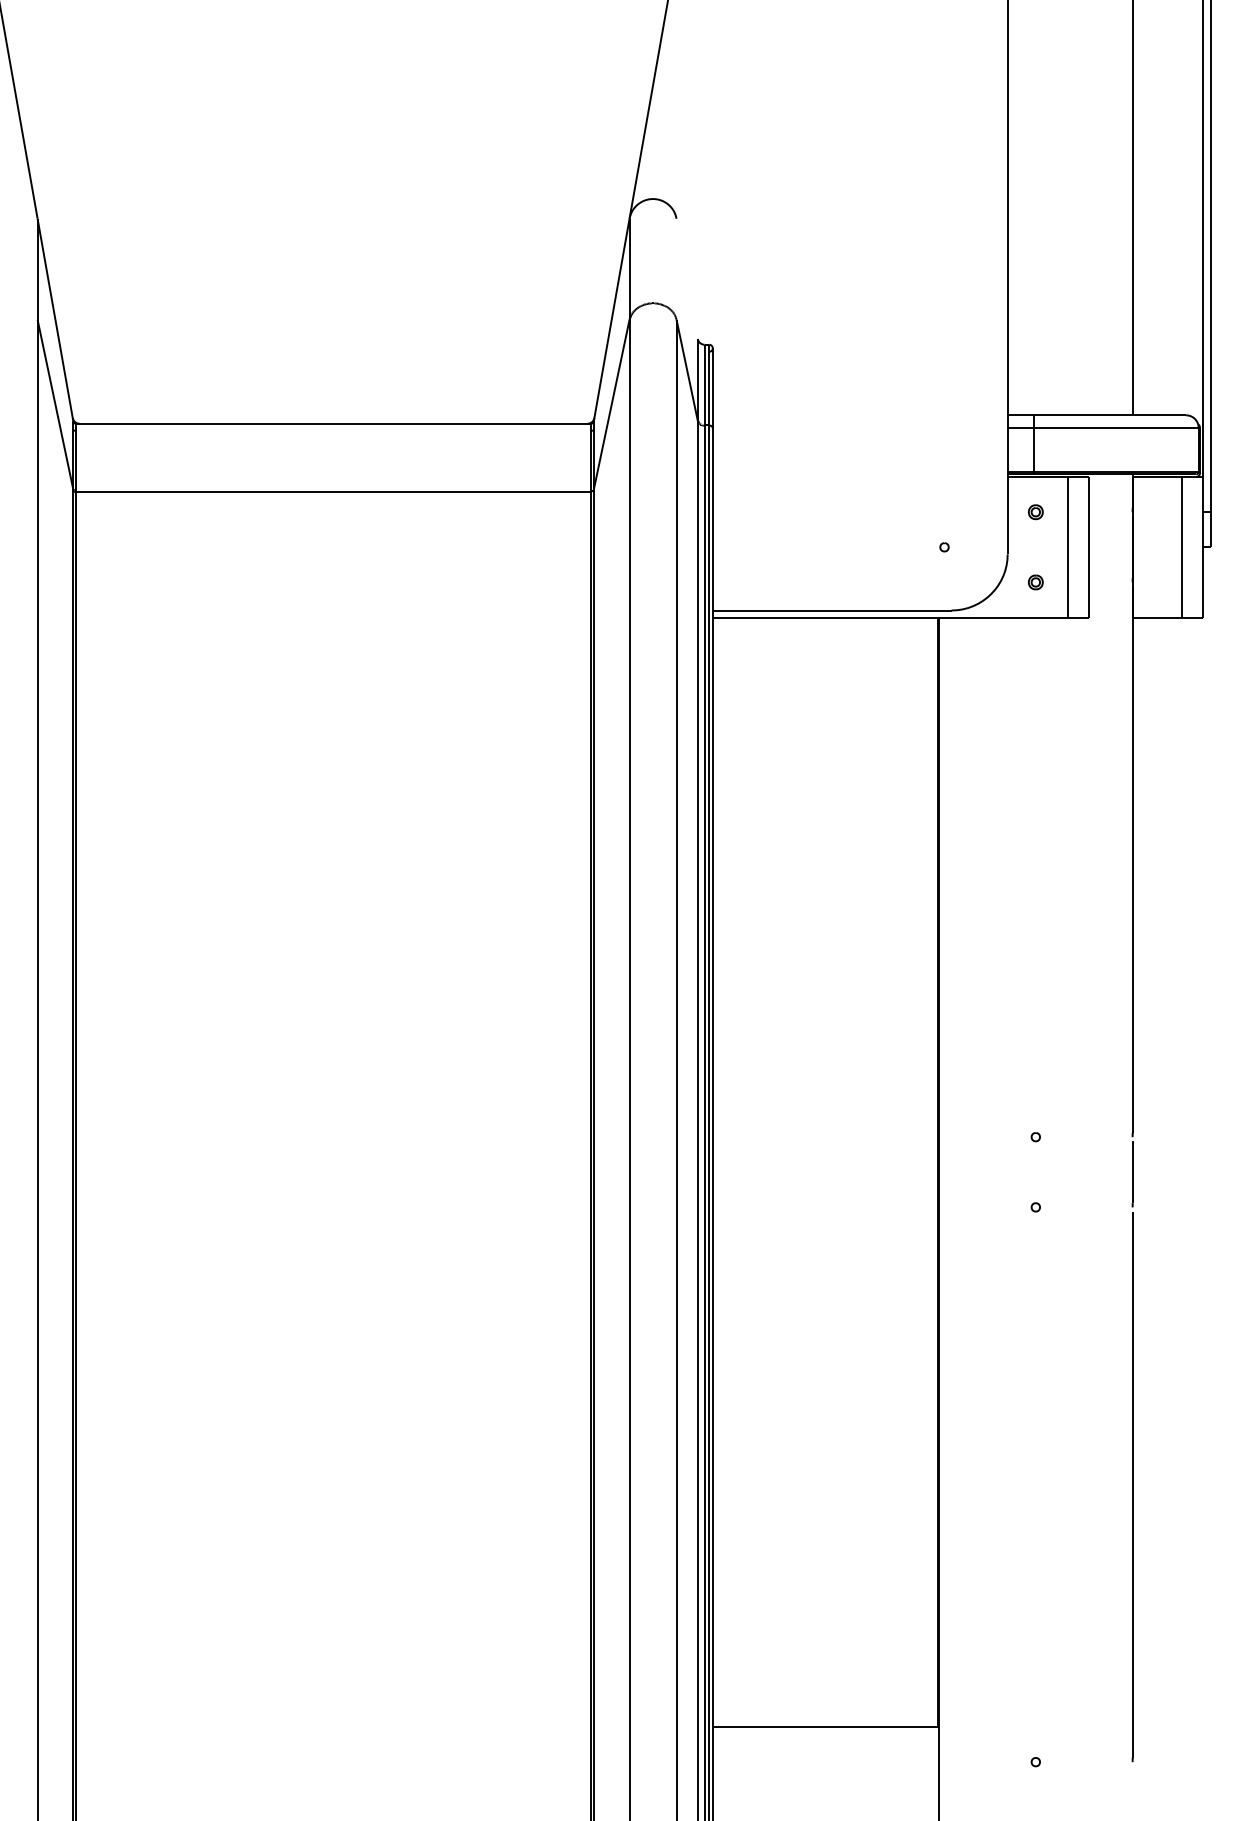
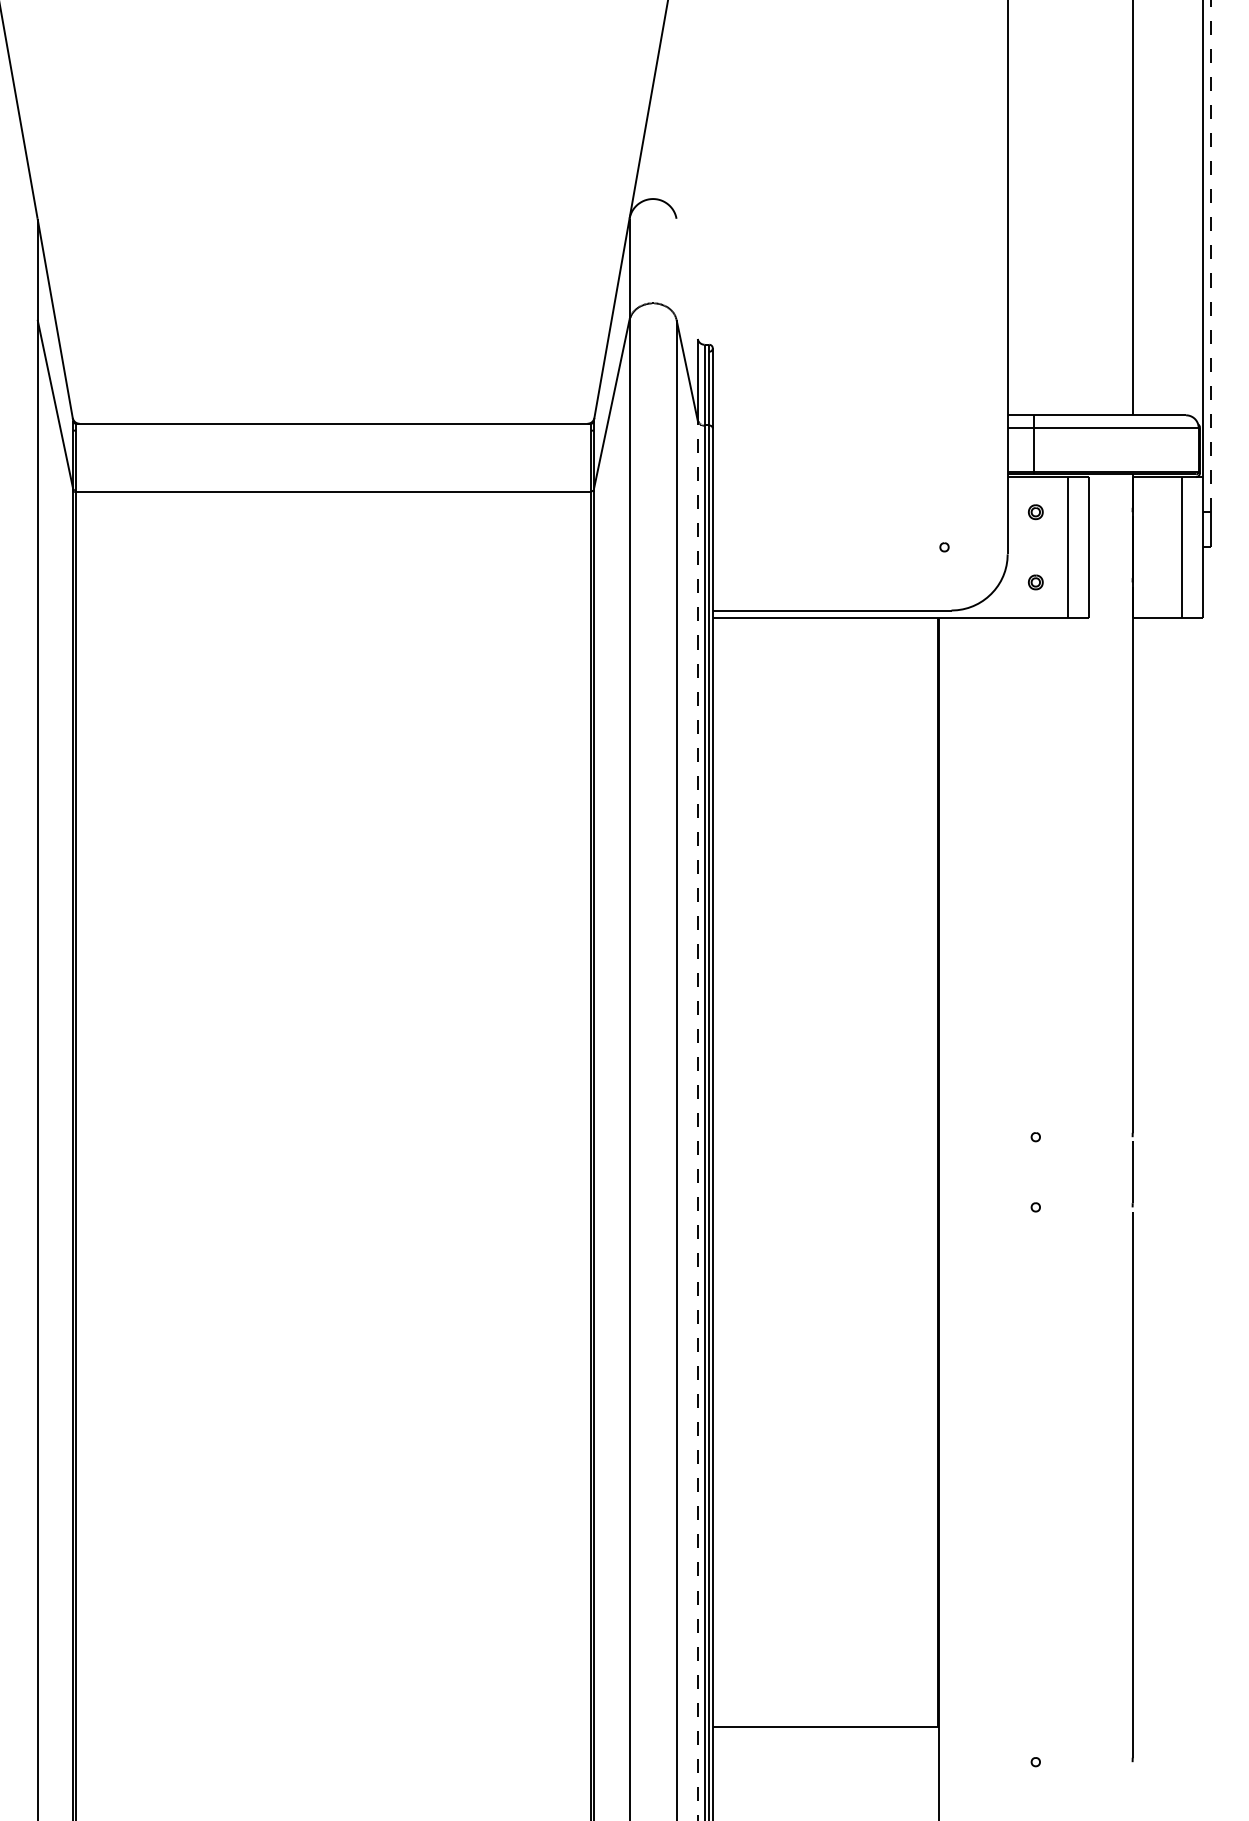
line at (1211, 256): solid -> dashed
line at (697, 1120): solid -> dashed
